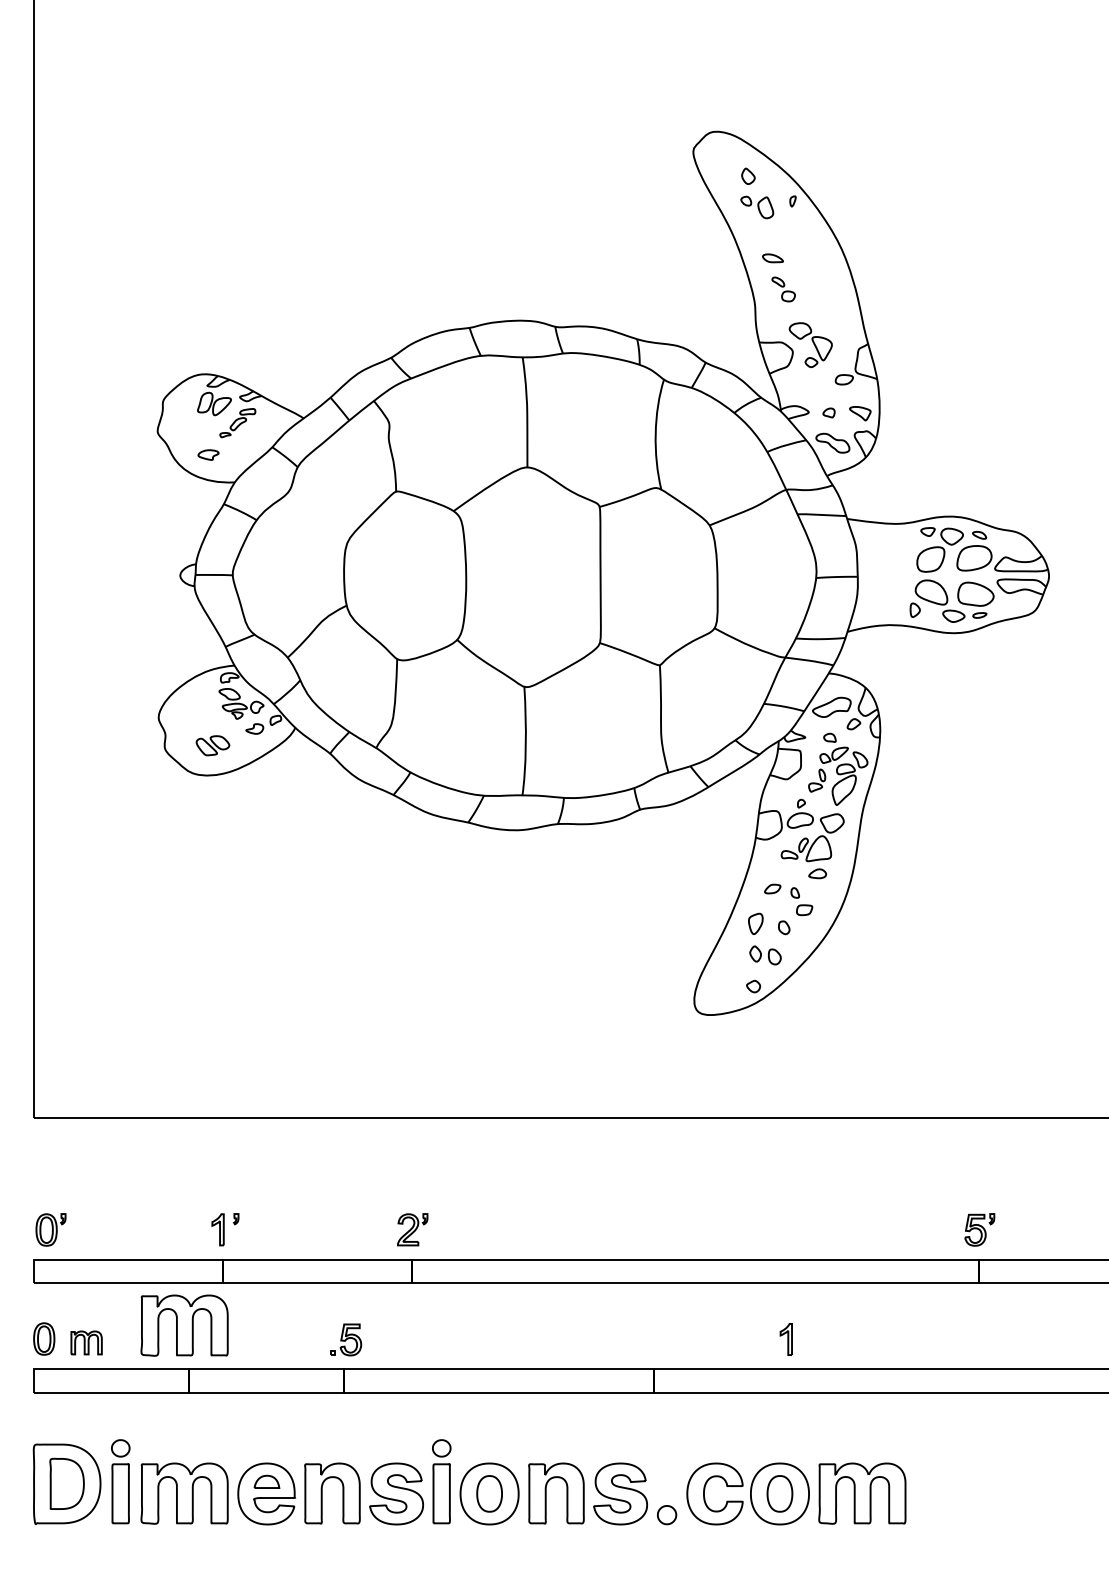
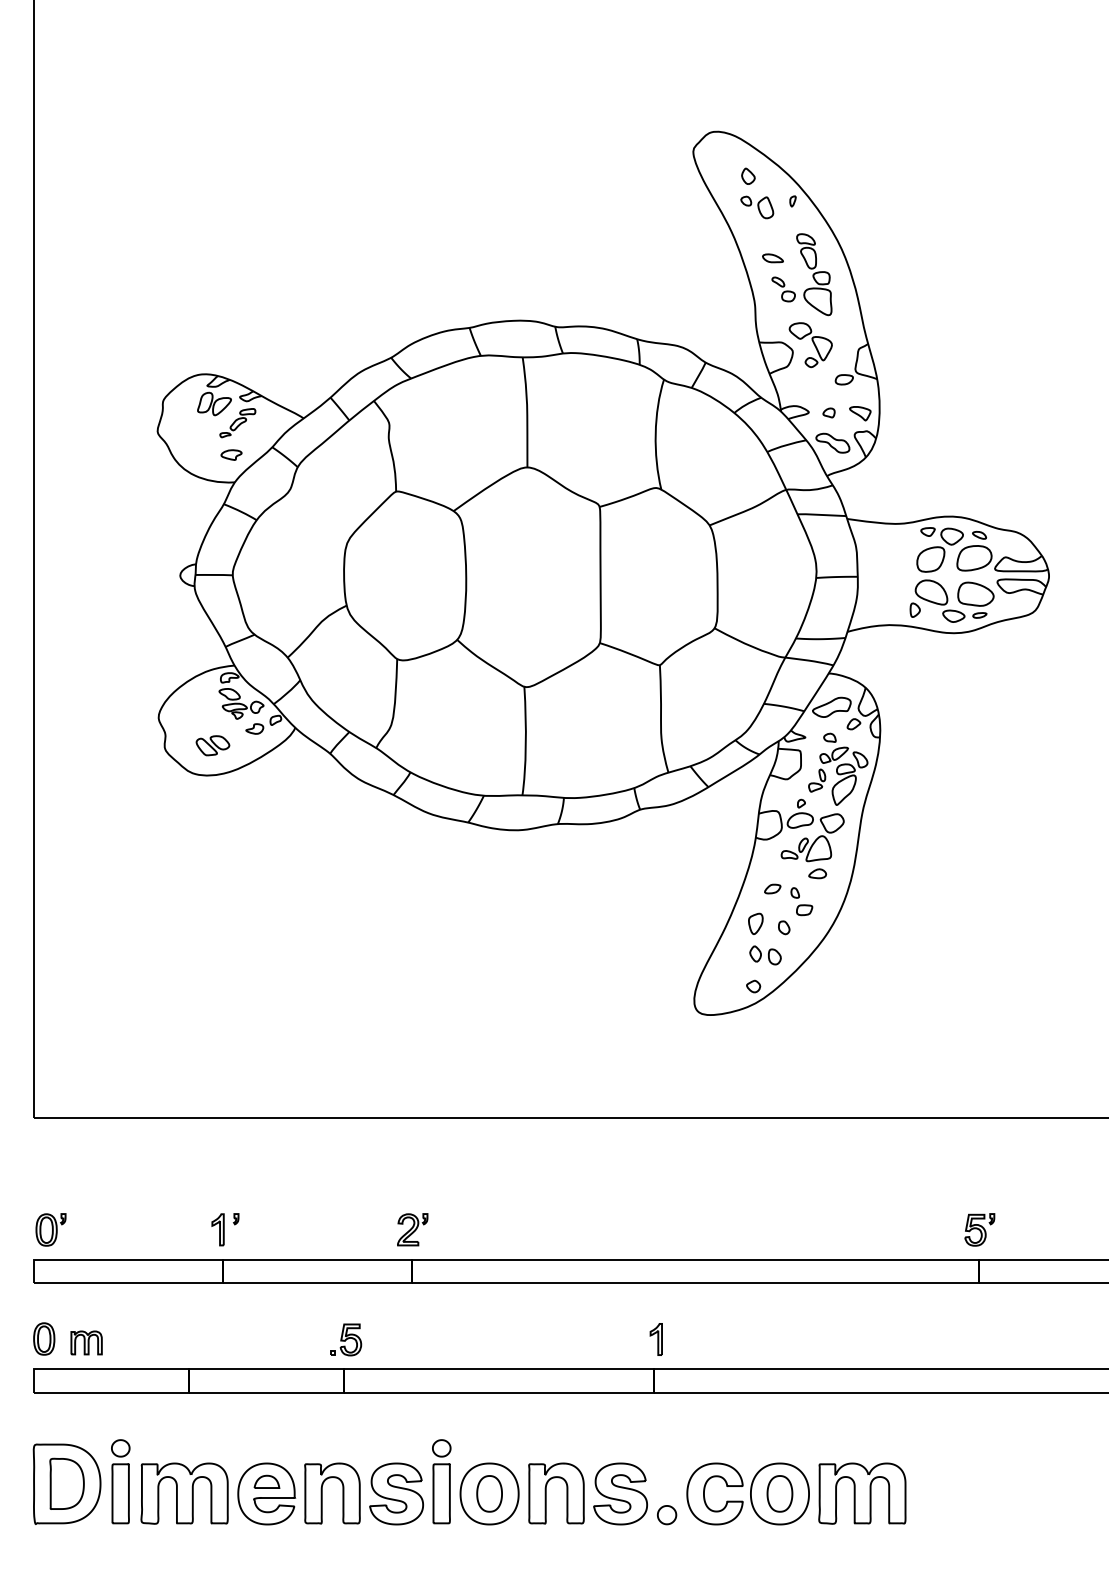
part at (814, 274): none -> present
part at (208, 454) position: (208, 454) -> (231, 454)
part at (184, 1325): present -> none
part at (785, 1339) position: (785, 1339) -> (655, 1339)
